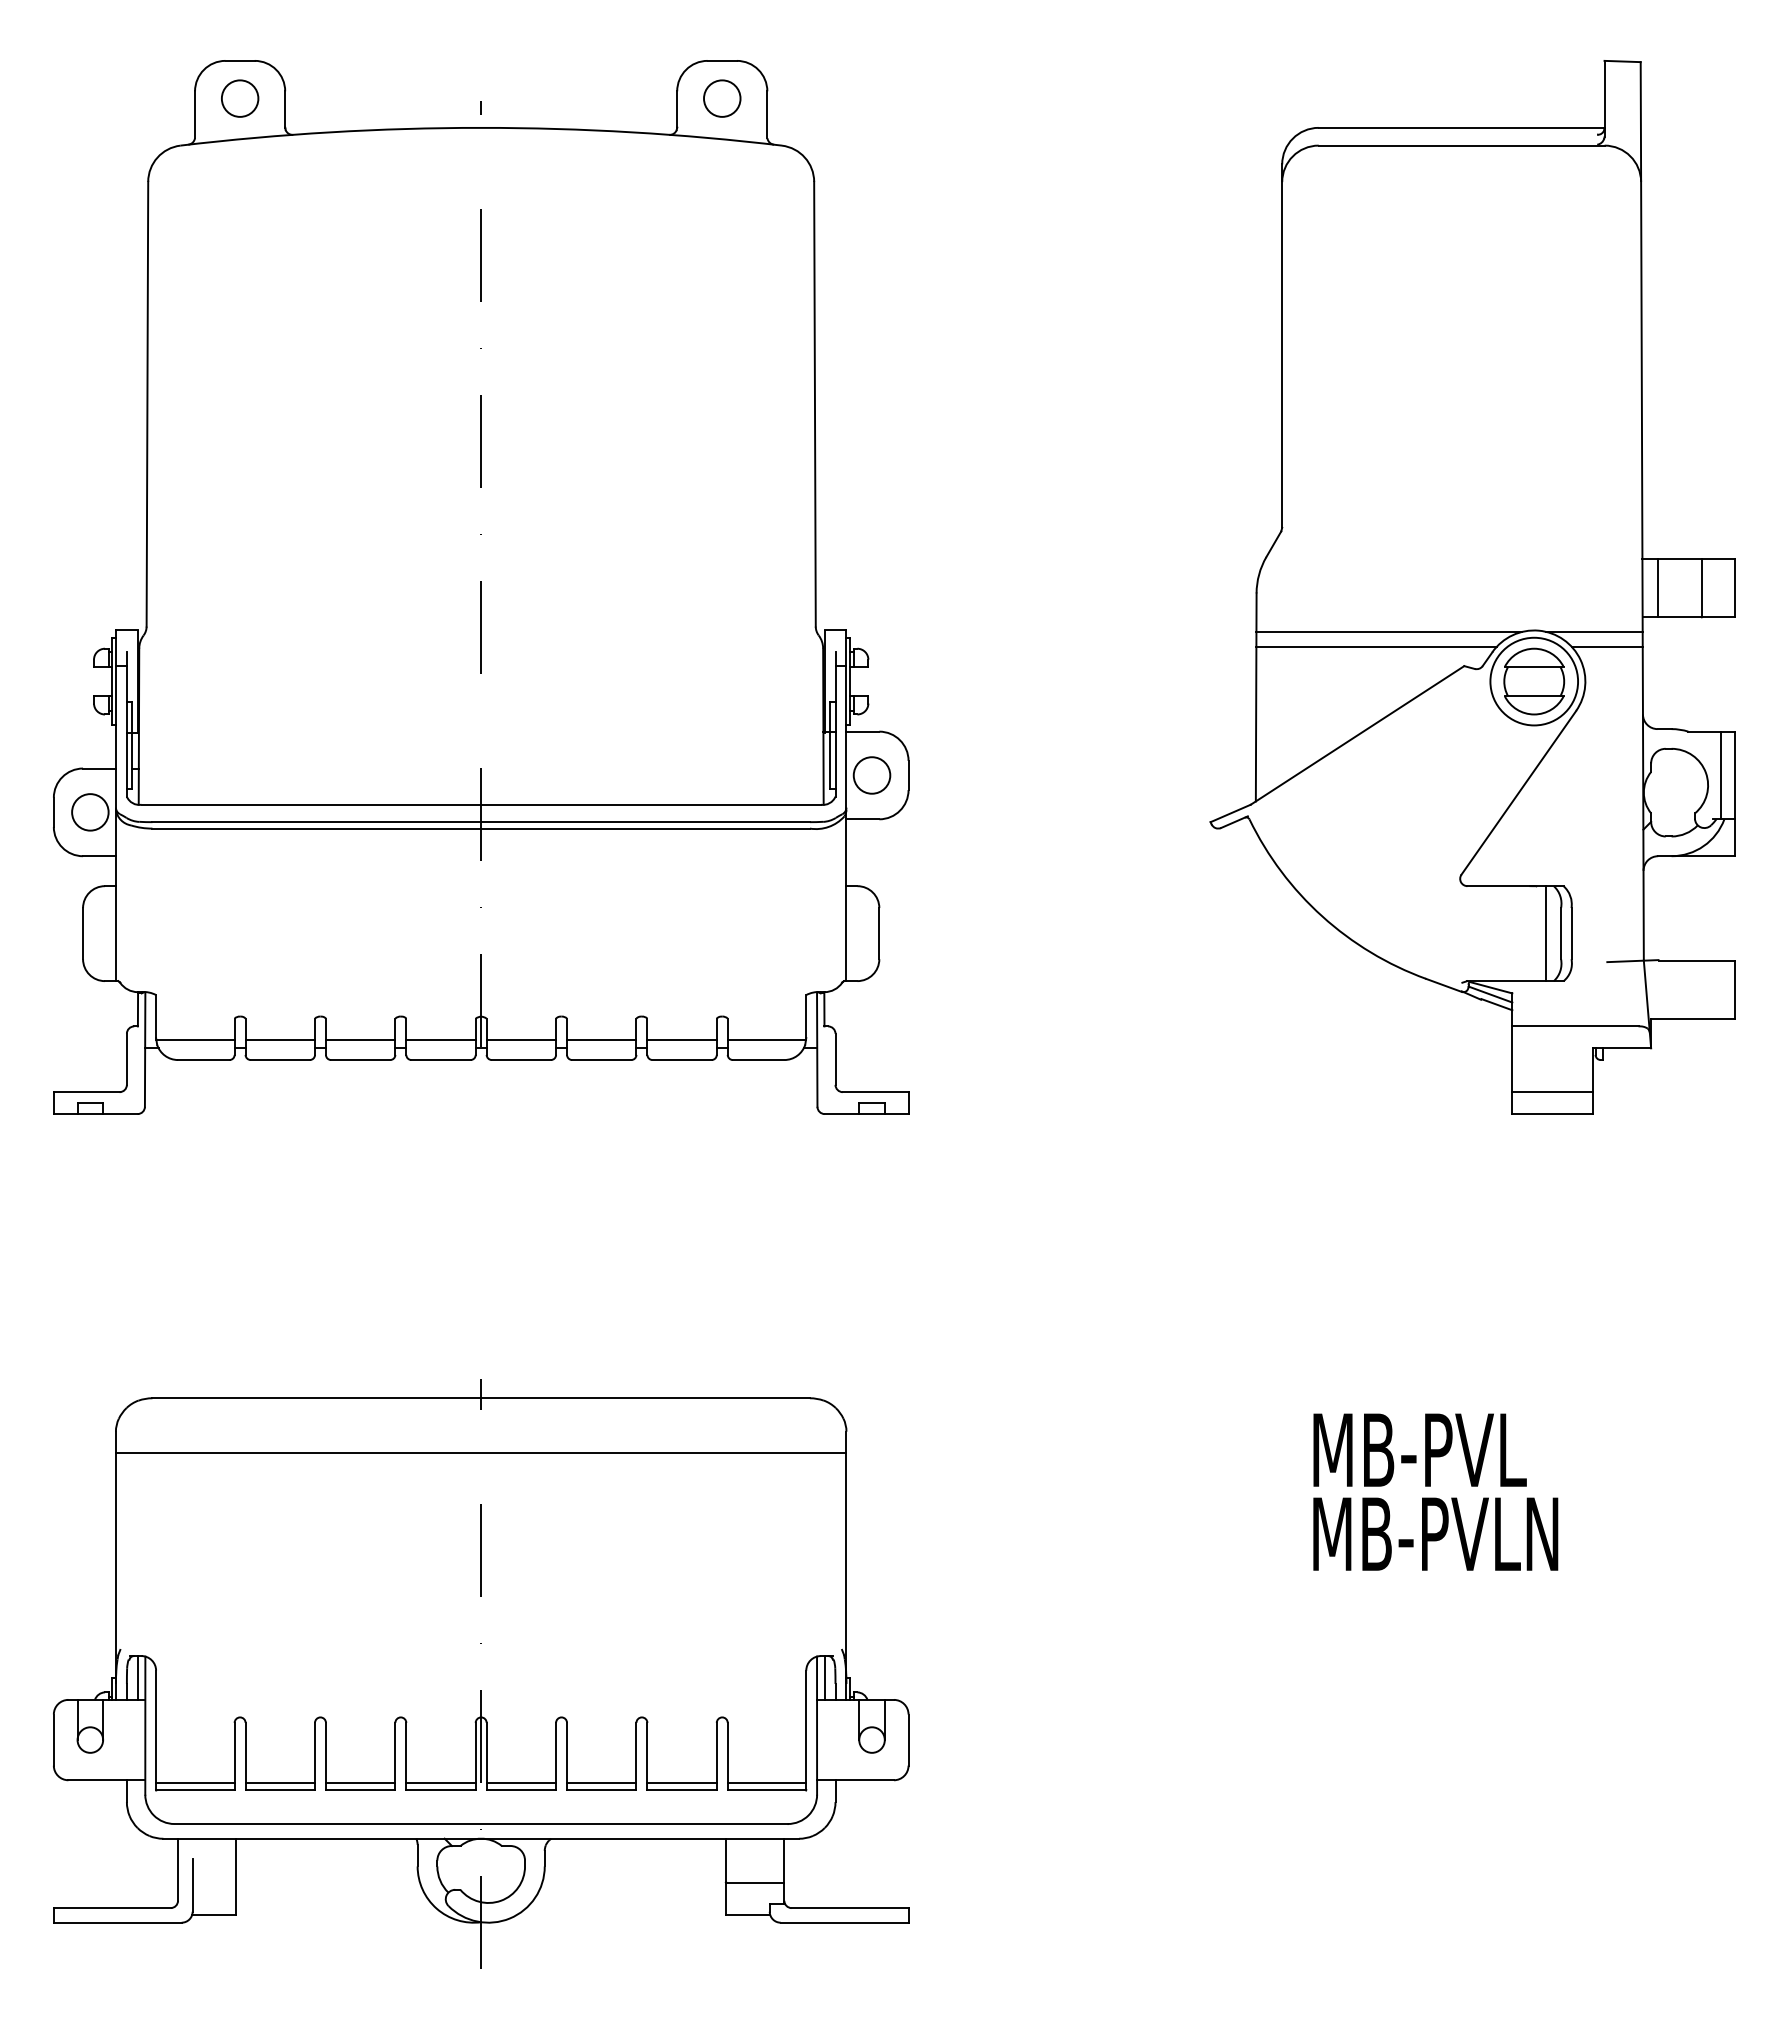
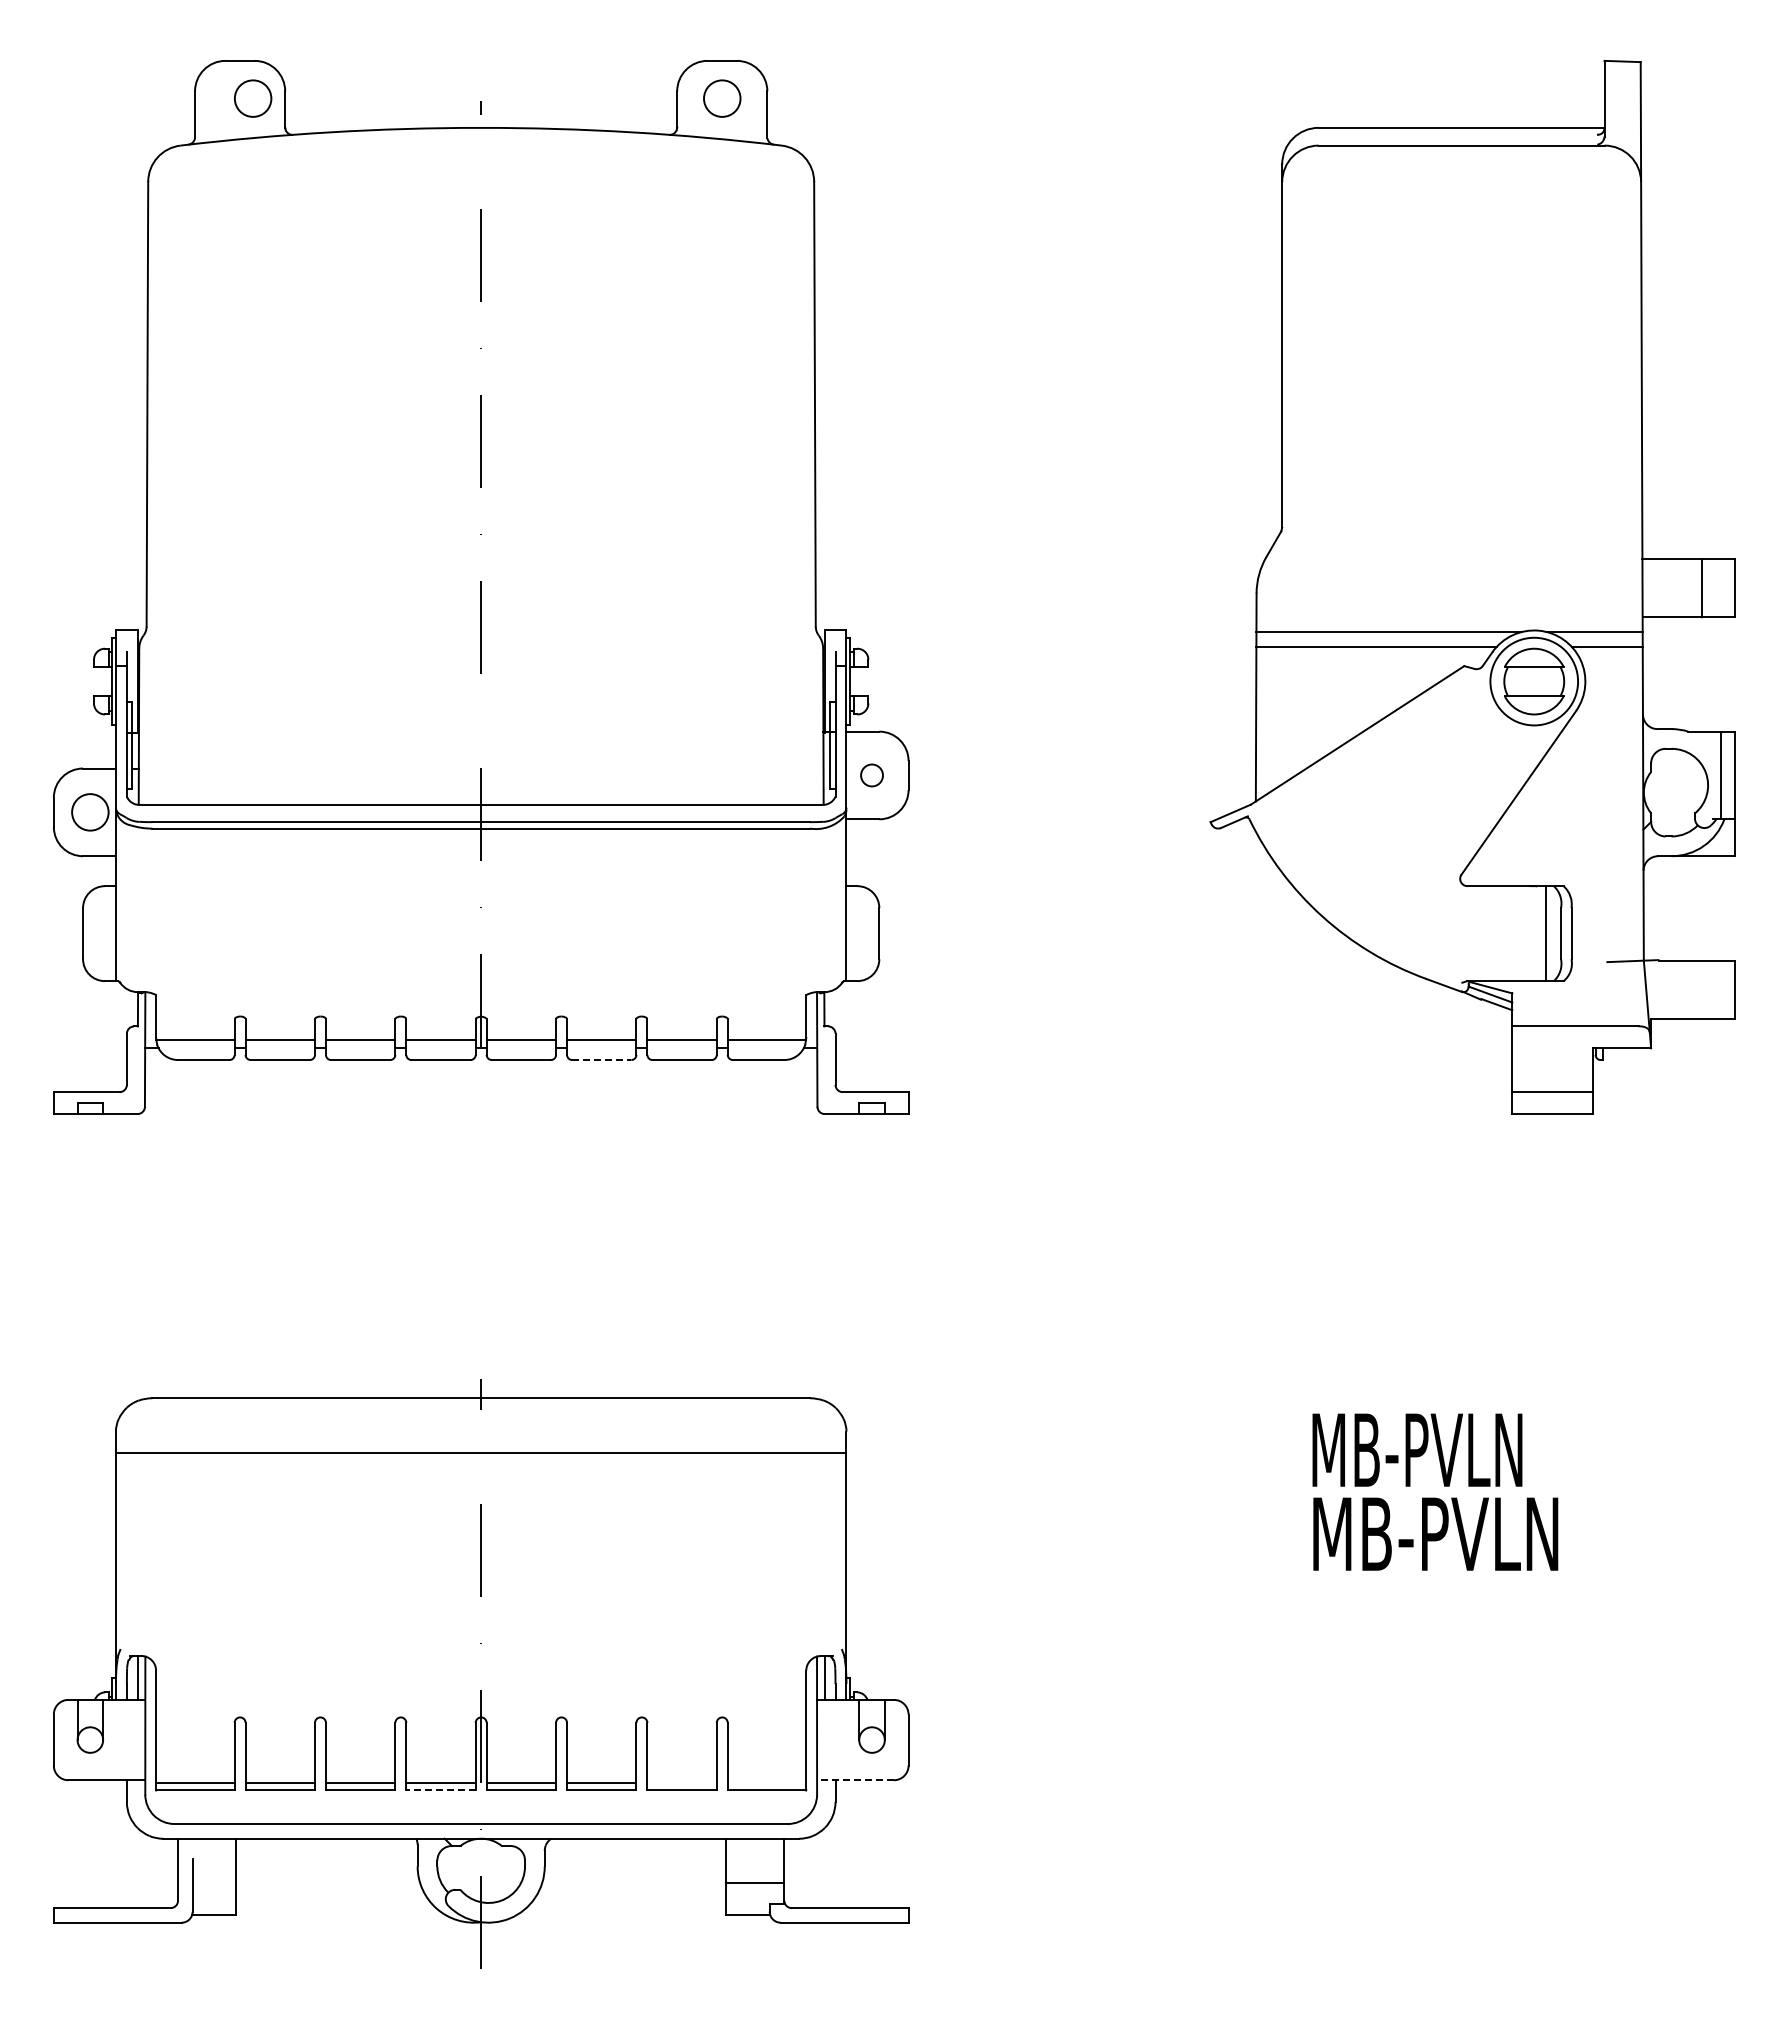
circle at (240, 98) position: (240, 98) -> (253, 98)
line at (1658, 587): present -> none
circle at (871, 775) diameter: 37 px -> 22 px
line at (601, 1060): solid -> dashed
text at (1419, 1449): MB-PVL -> MB-PVLN
line at (855, 1780): solid -> dashed
line at (681, 1783): present -> none
line at (766, 1783): present -> none
line at (441, 1790): solid -> dashed
